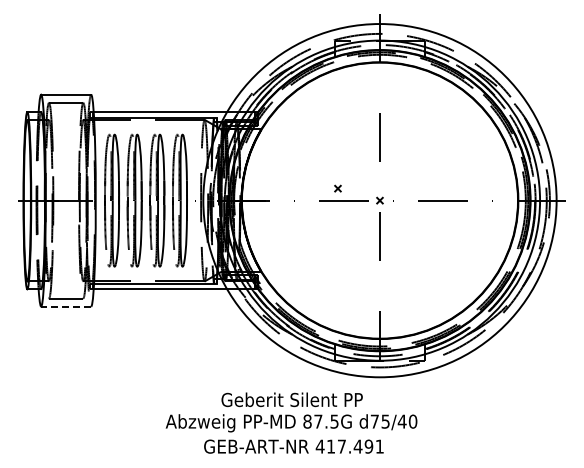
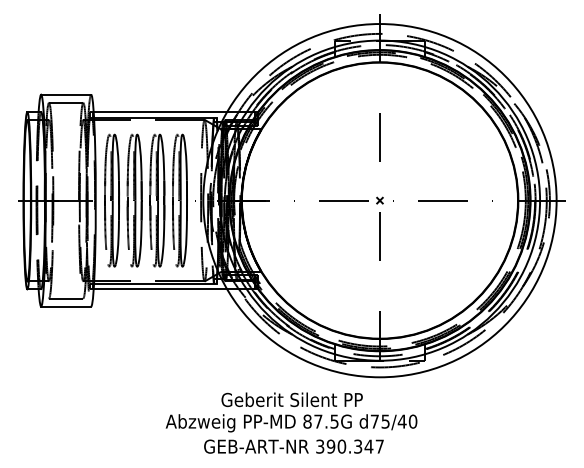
part at (337, 188): present -> none
line at (65, 306): dashed -> solid
text at (349, 446): 417.491 -> 390.347
